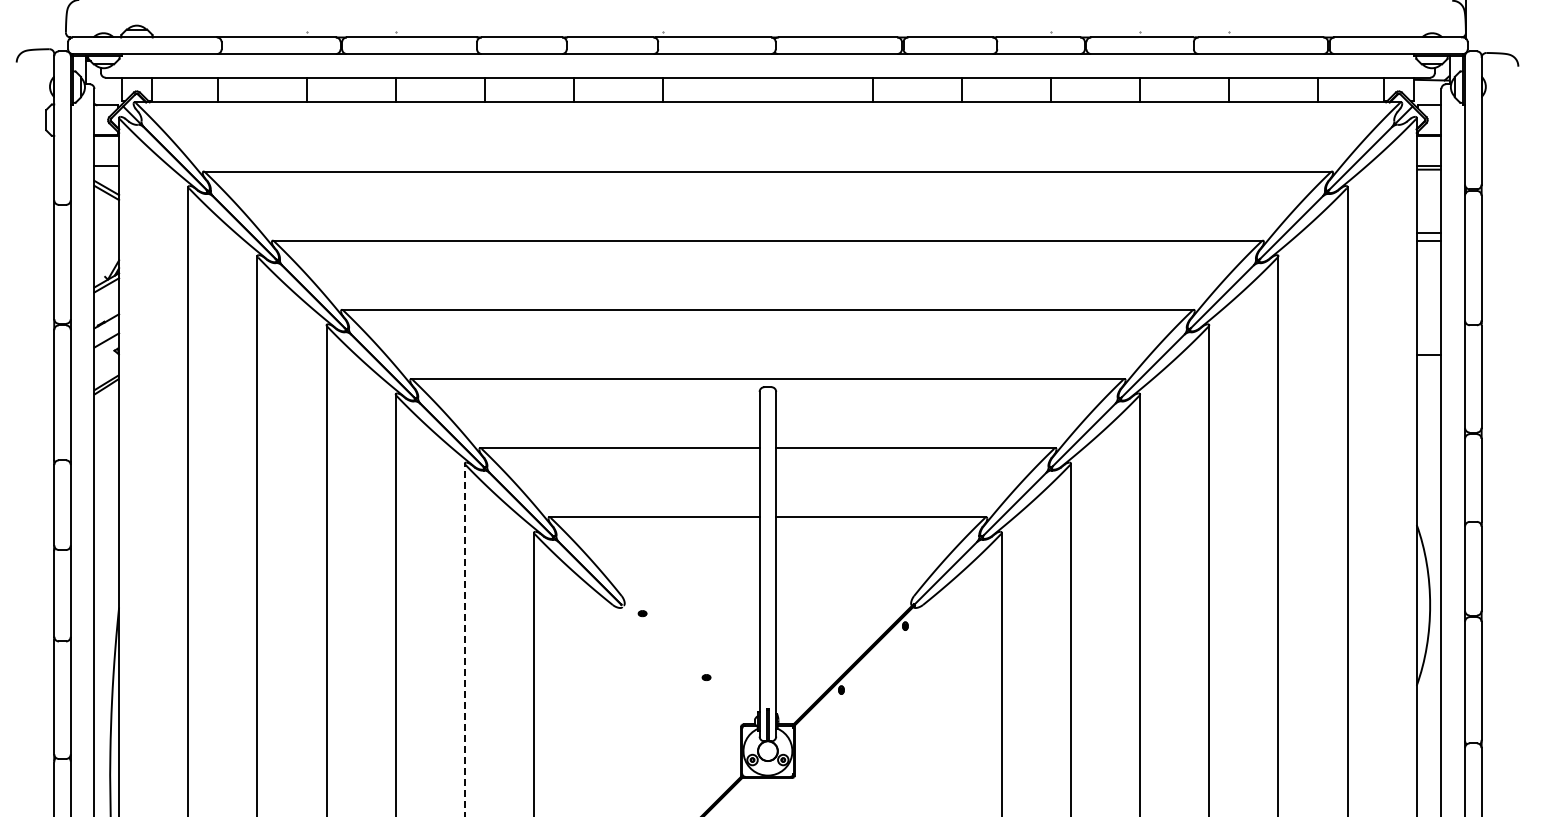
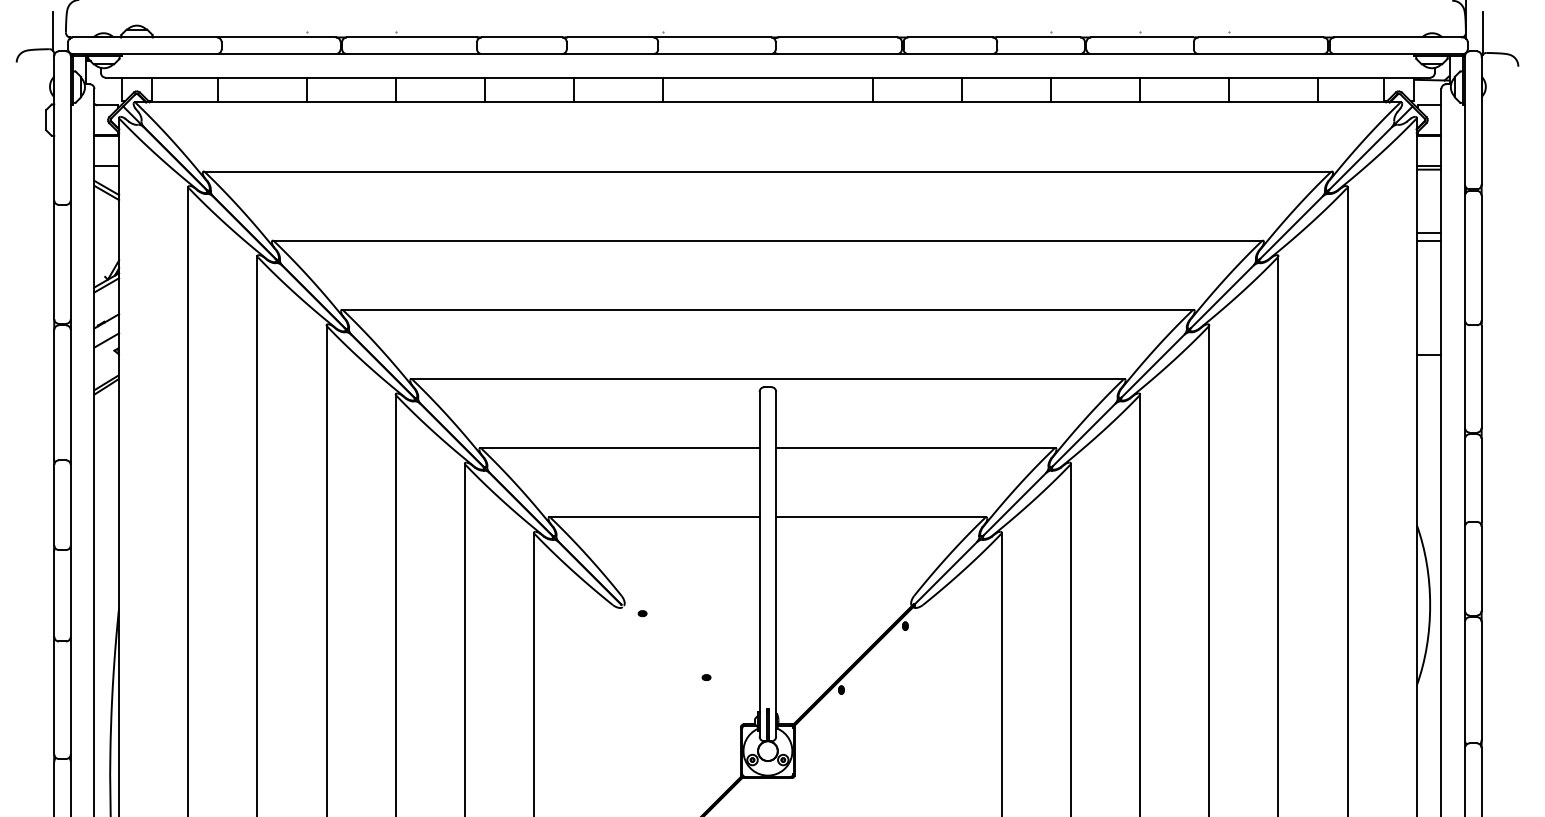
line at (53, 31): none -> present
line at (1482, 32): none -> present
line at (464, 639): dashed -> solid
